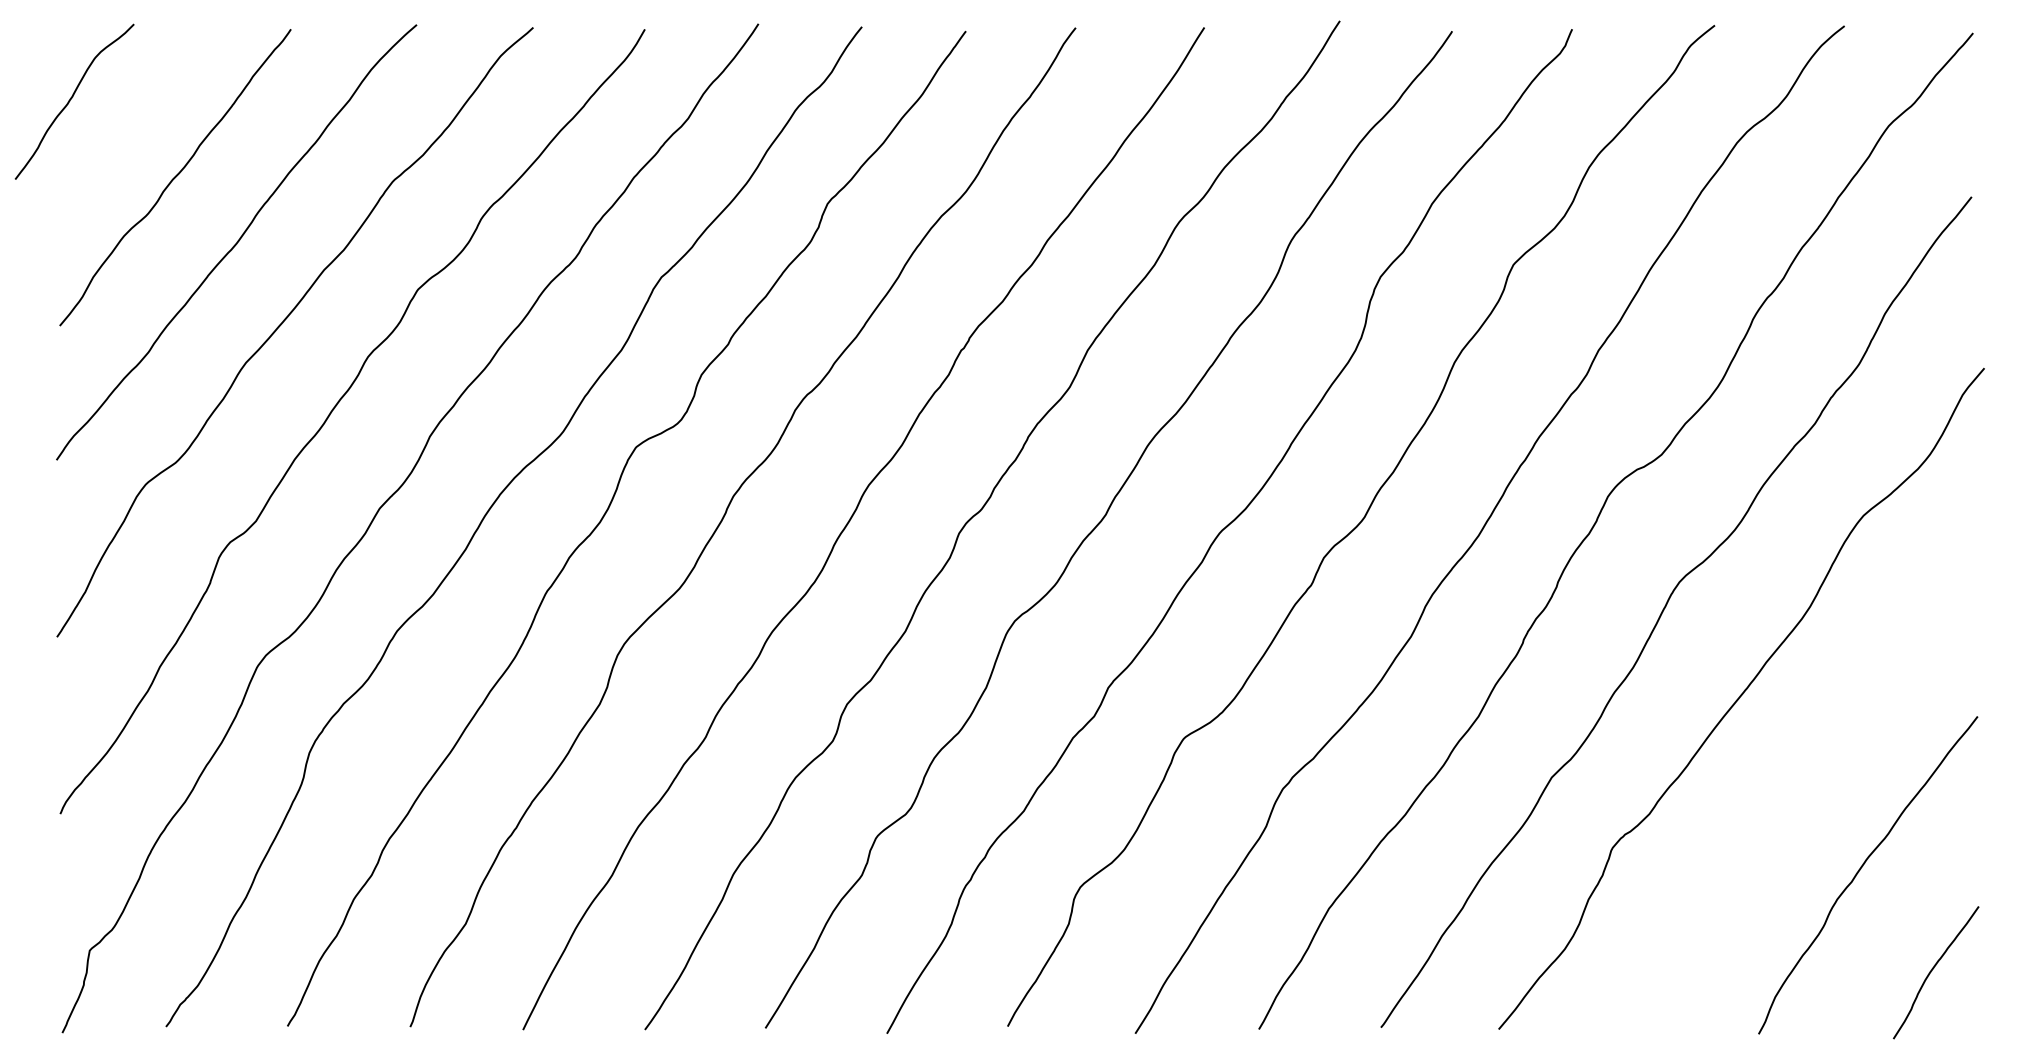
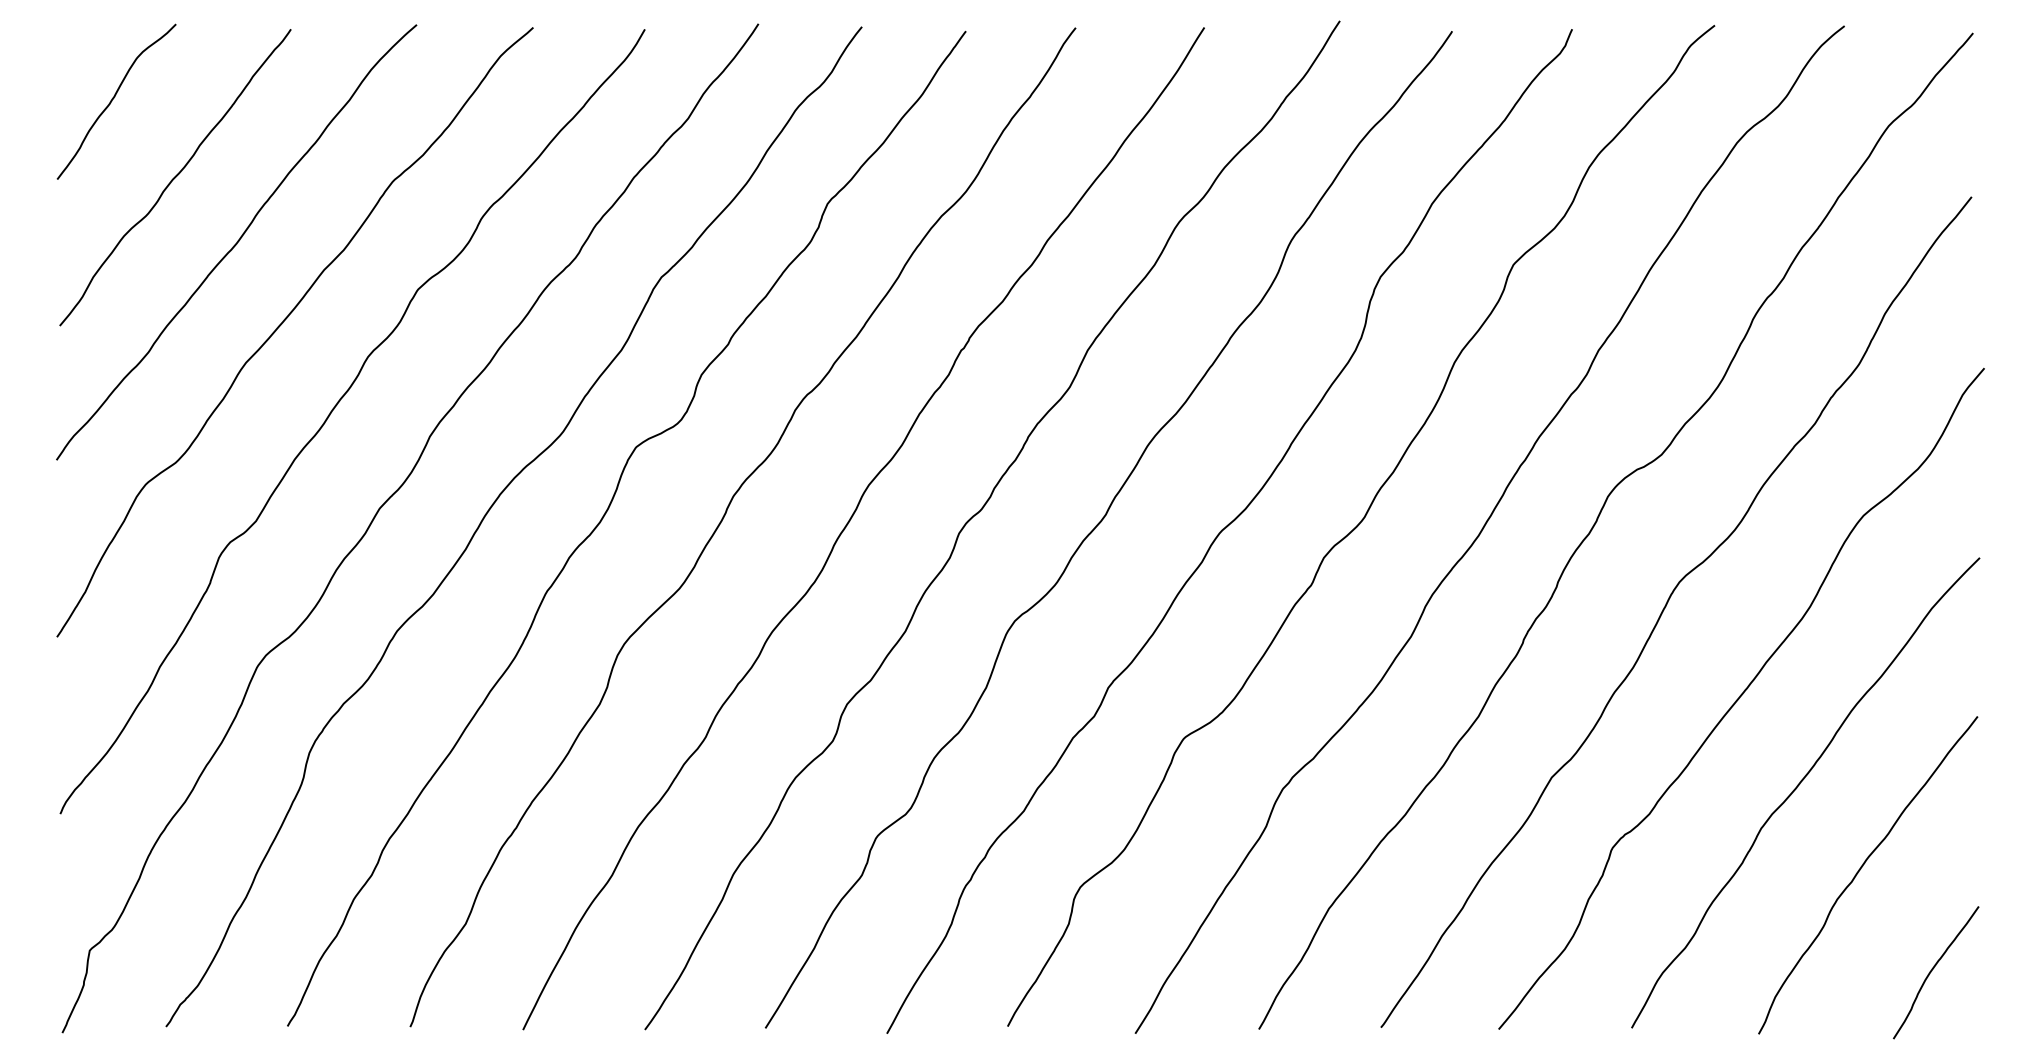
curve at (72, 98) position: (72, 98) -> (114, 98)
curve at (1797, 788): none -> present
